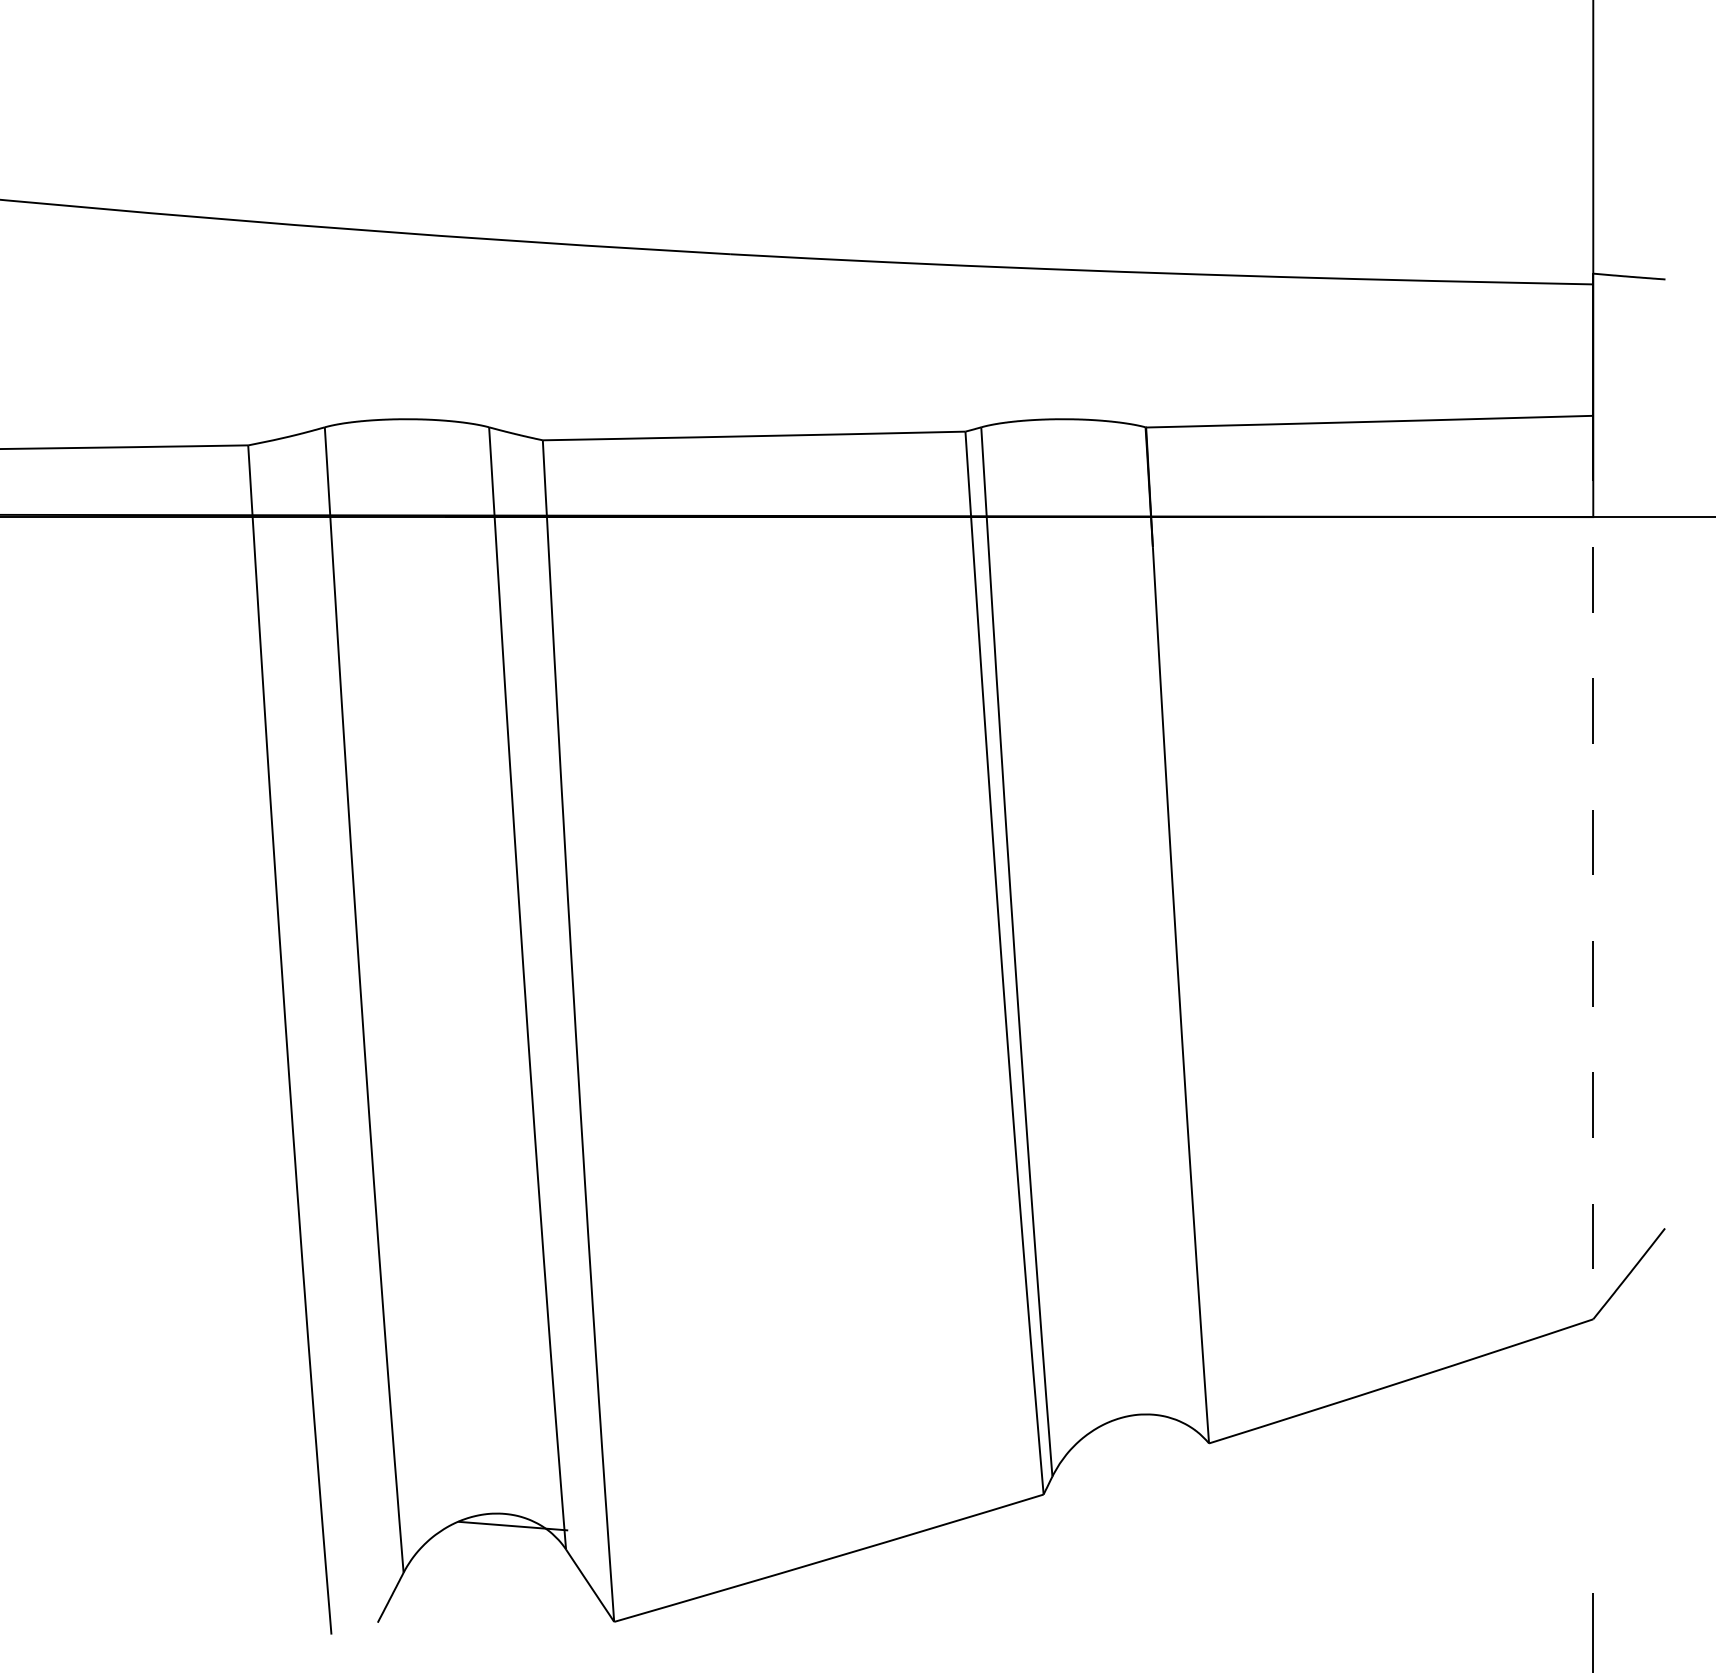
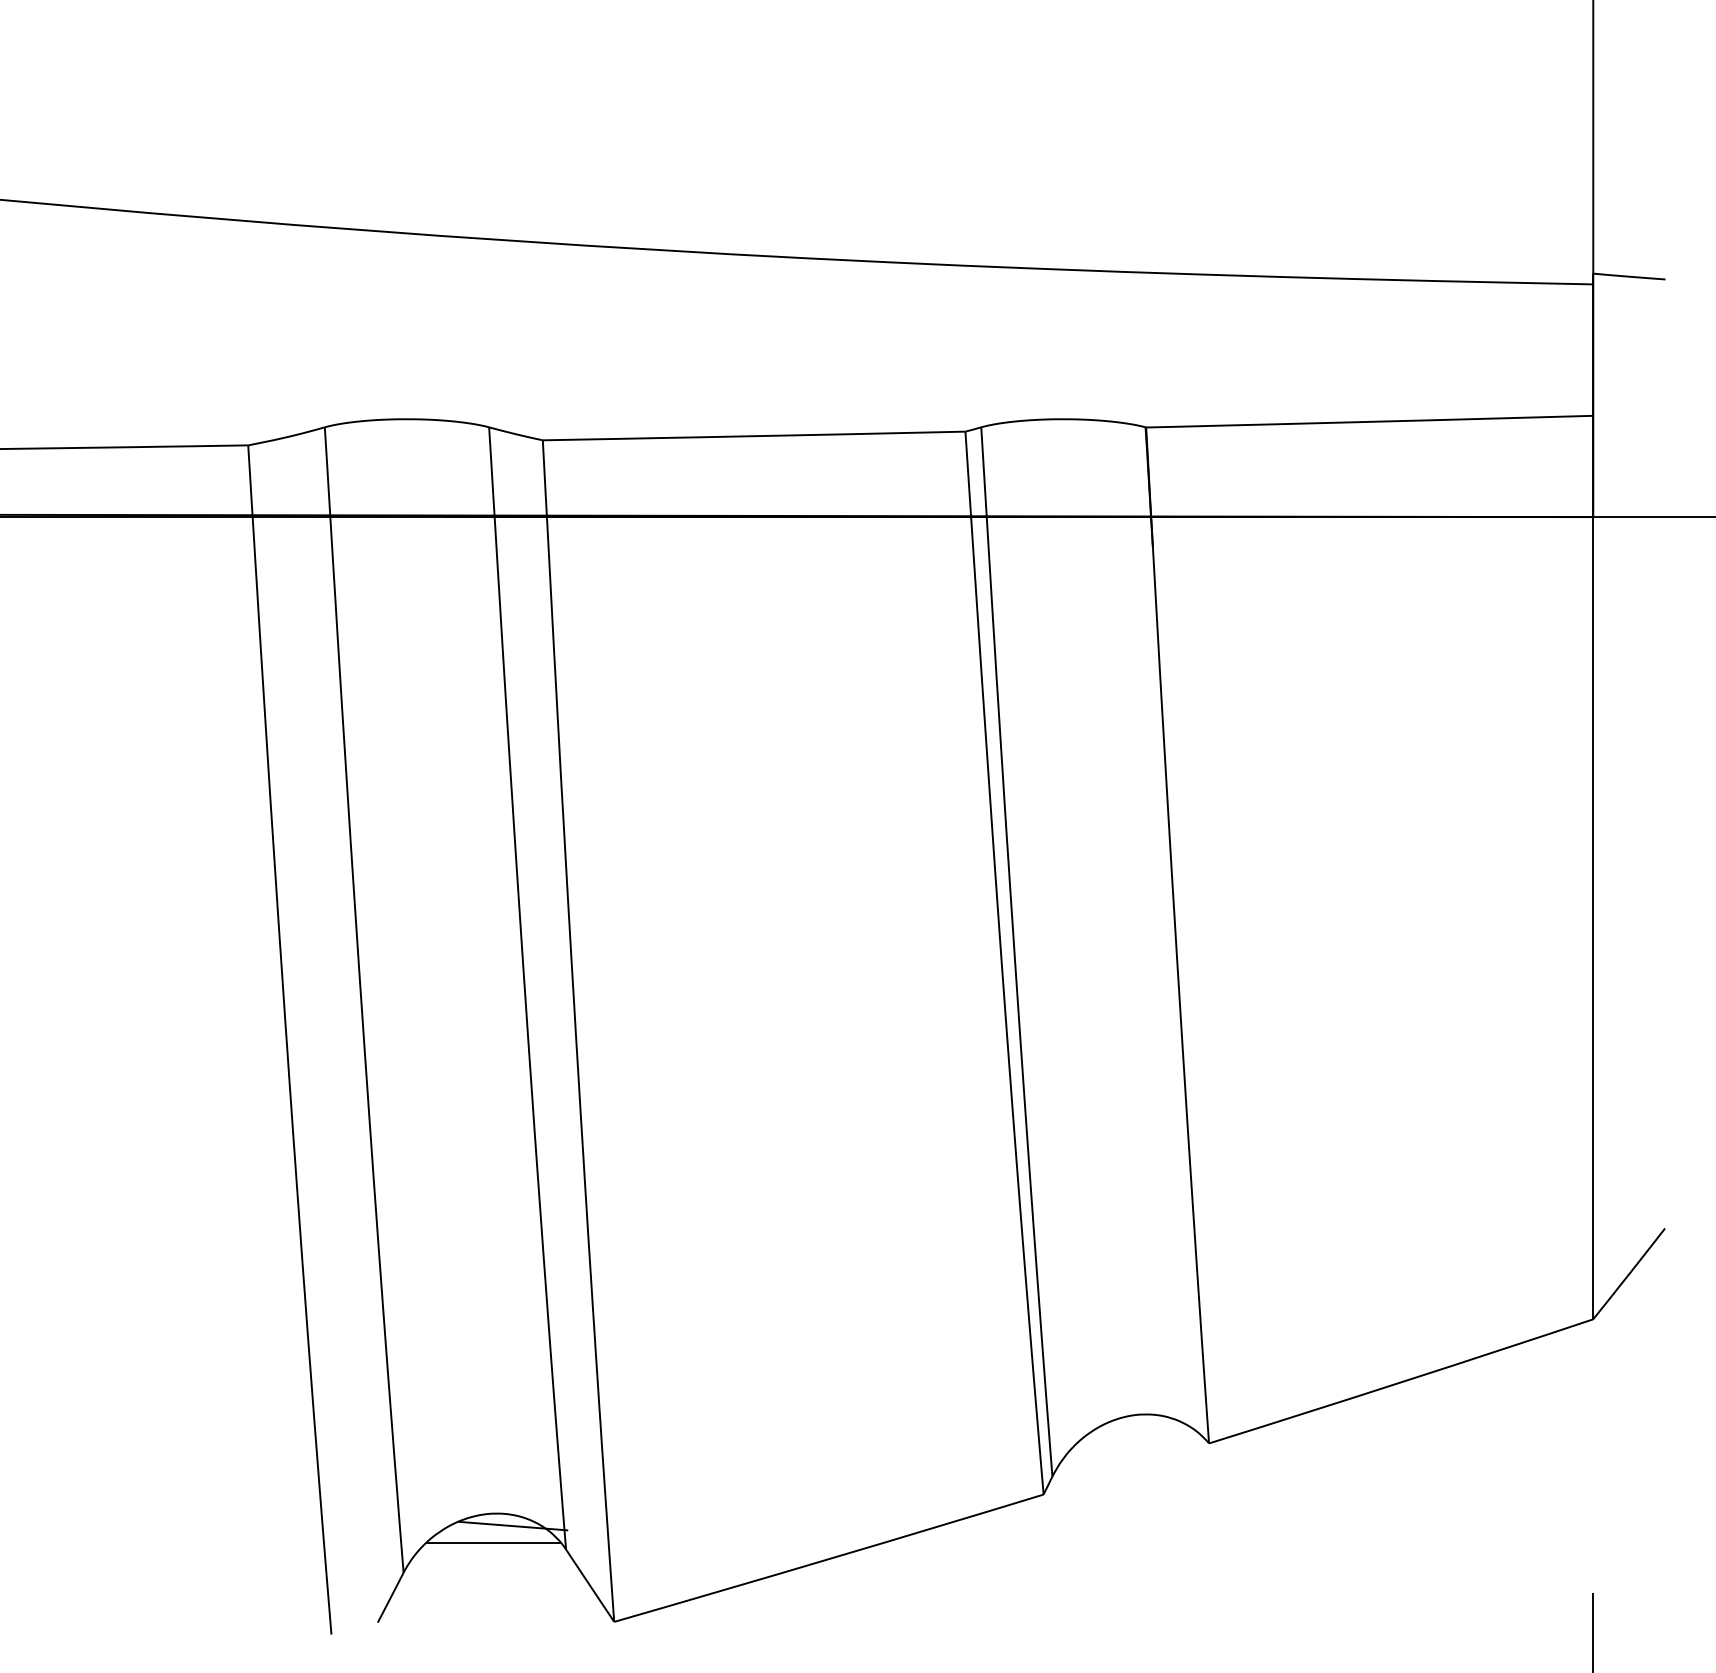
line at (1593, 867): dashed -> solid
line at (493, 1543): none -> present
